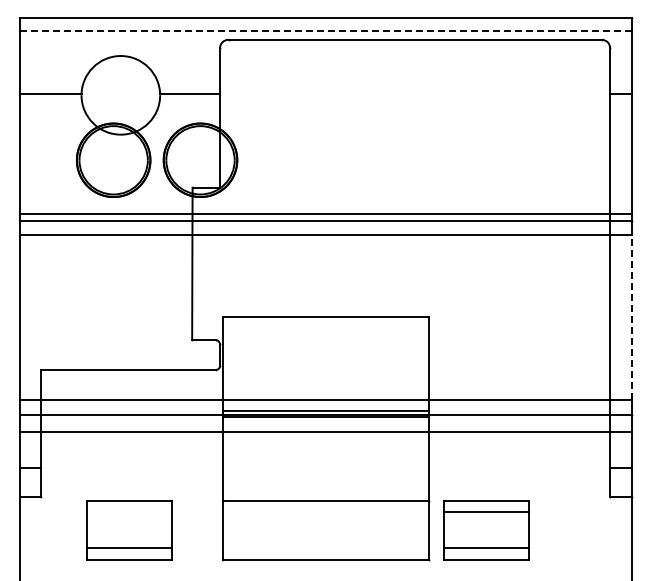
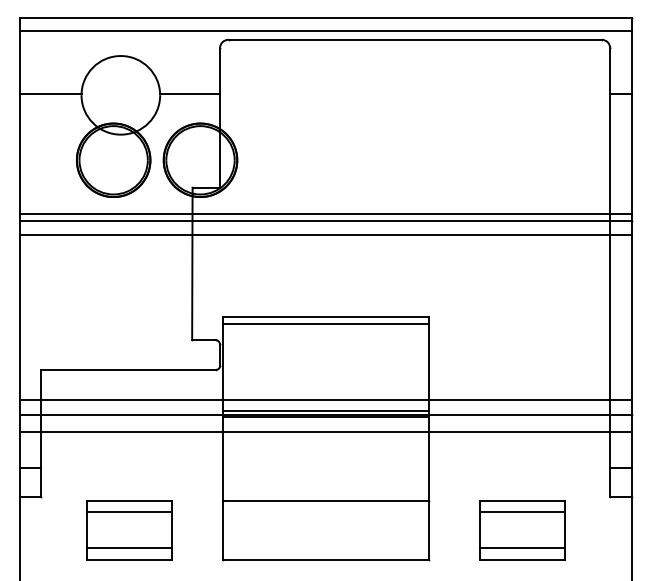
line at (325, 30): dashed -> solid
line at (632, 317): dashed -> solid
line at (325, 324): none -> present
line at (129, 512): none -> present
part at (486, 530) position: (486, 530) -> (522, 530)
